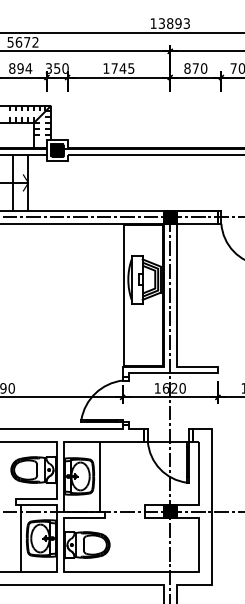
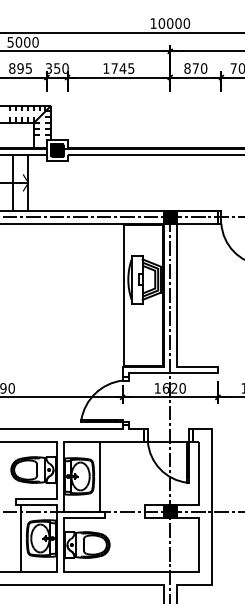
text at (174, 23): 13893 -> 10000
text at (27, 42): 5672 -> 5000
text at (28, 68): 894 -> 895
